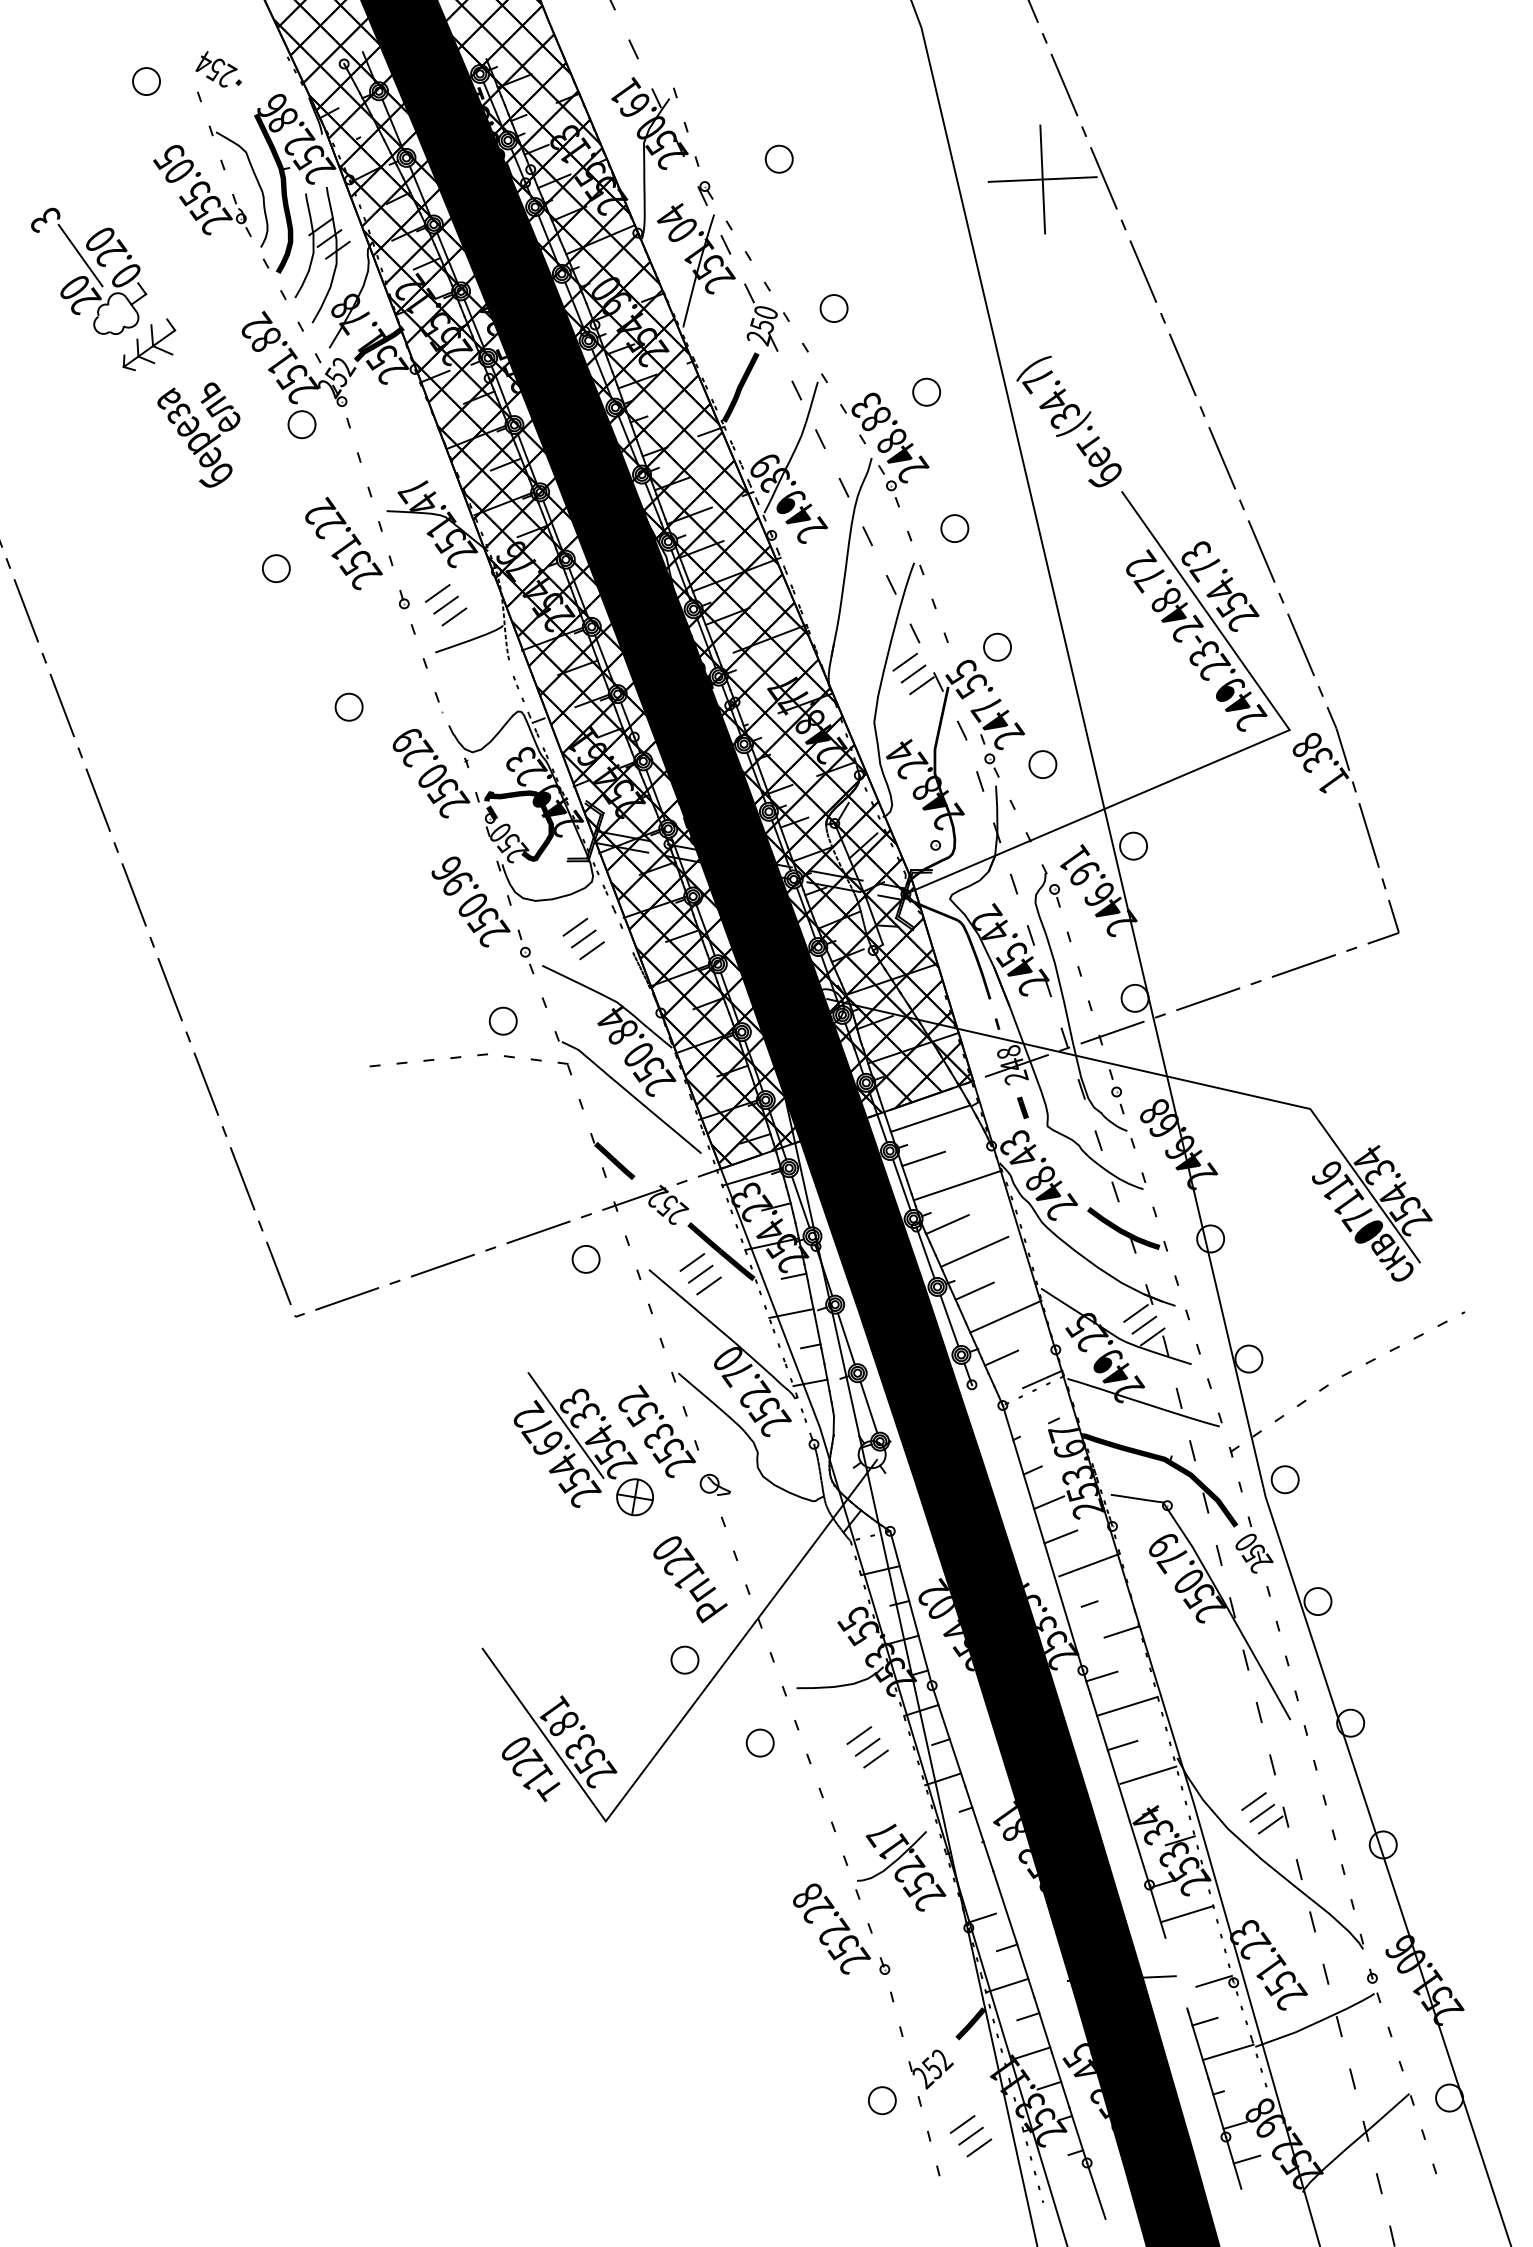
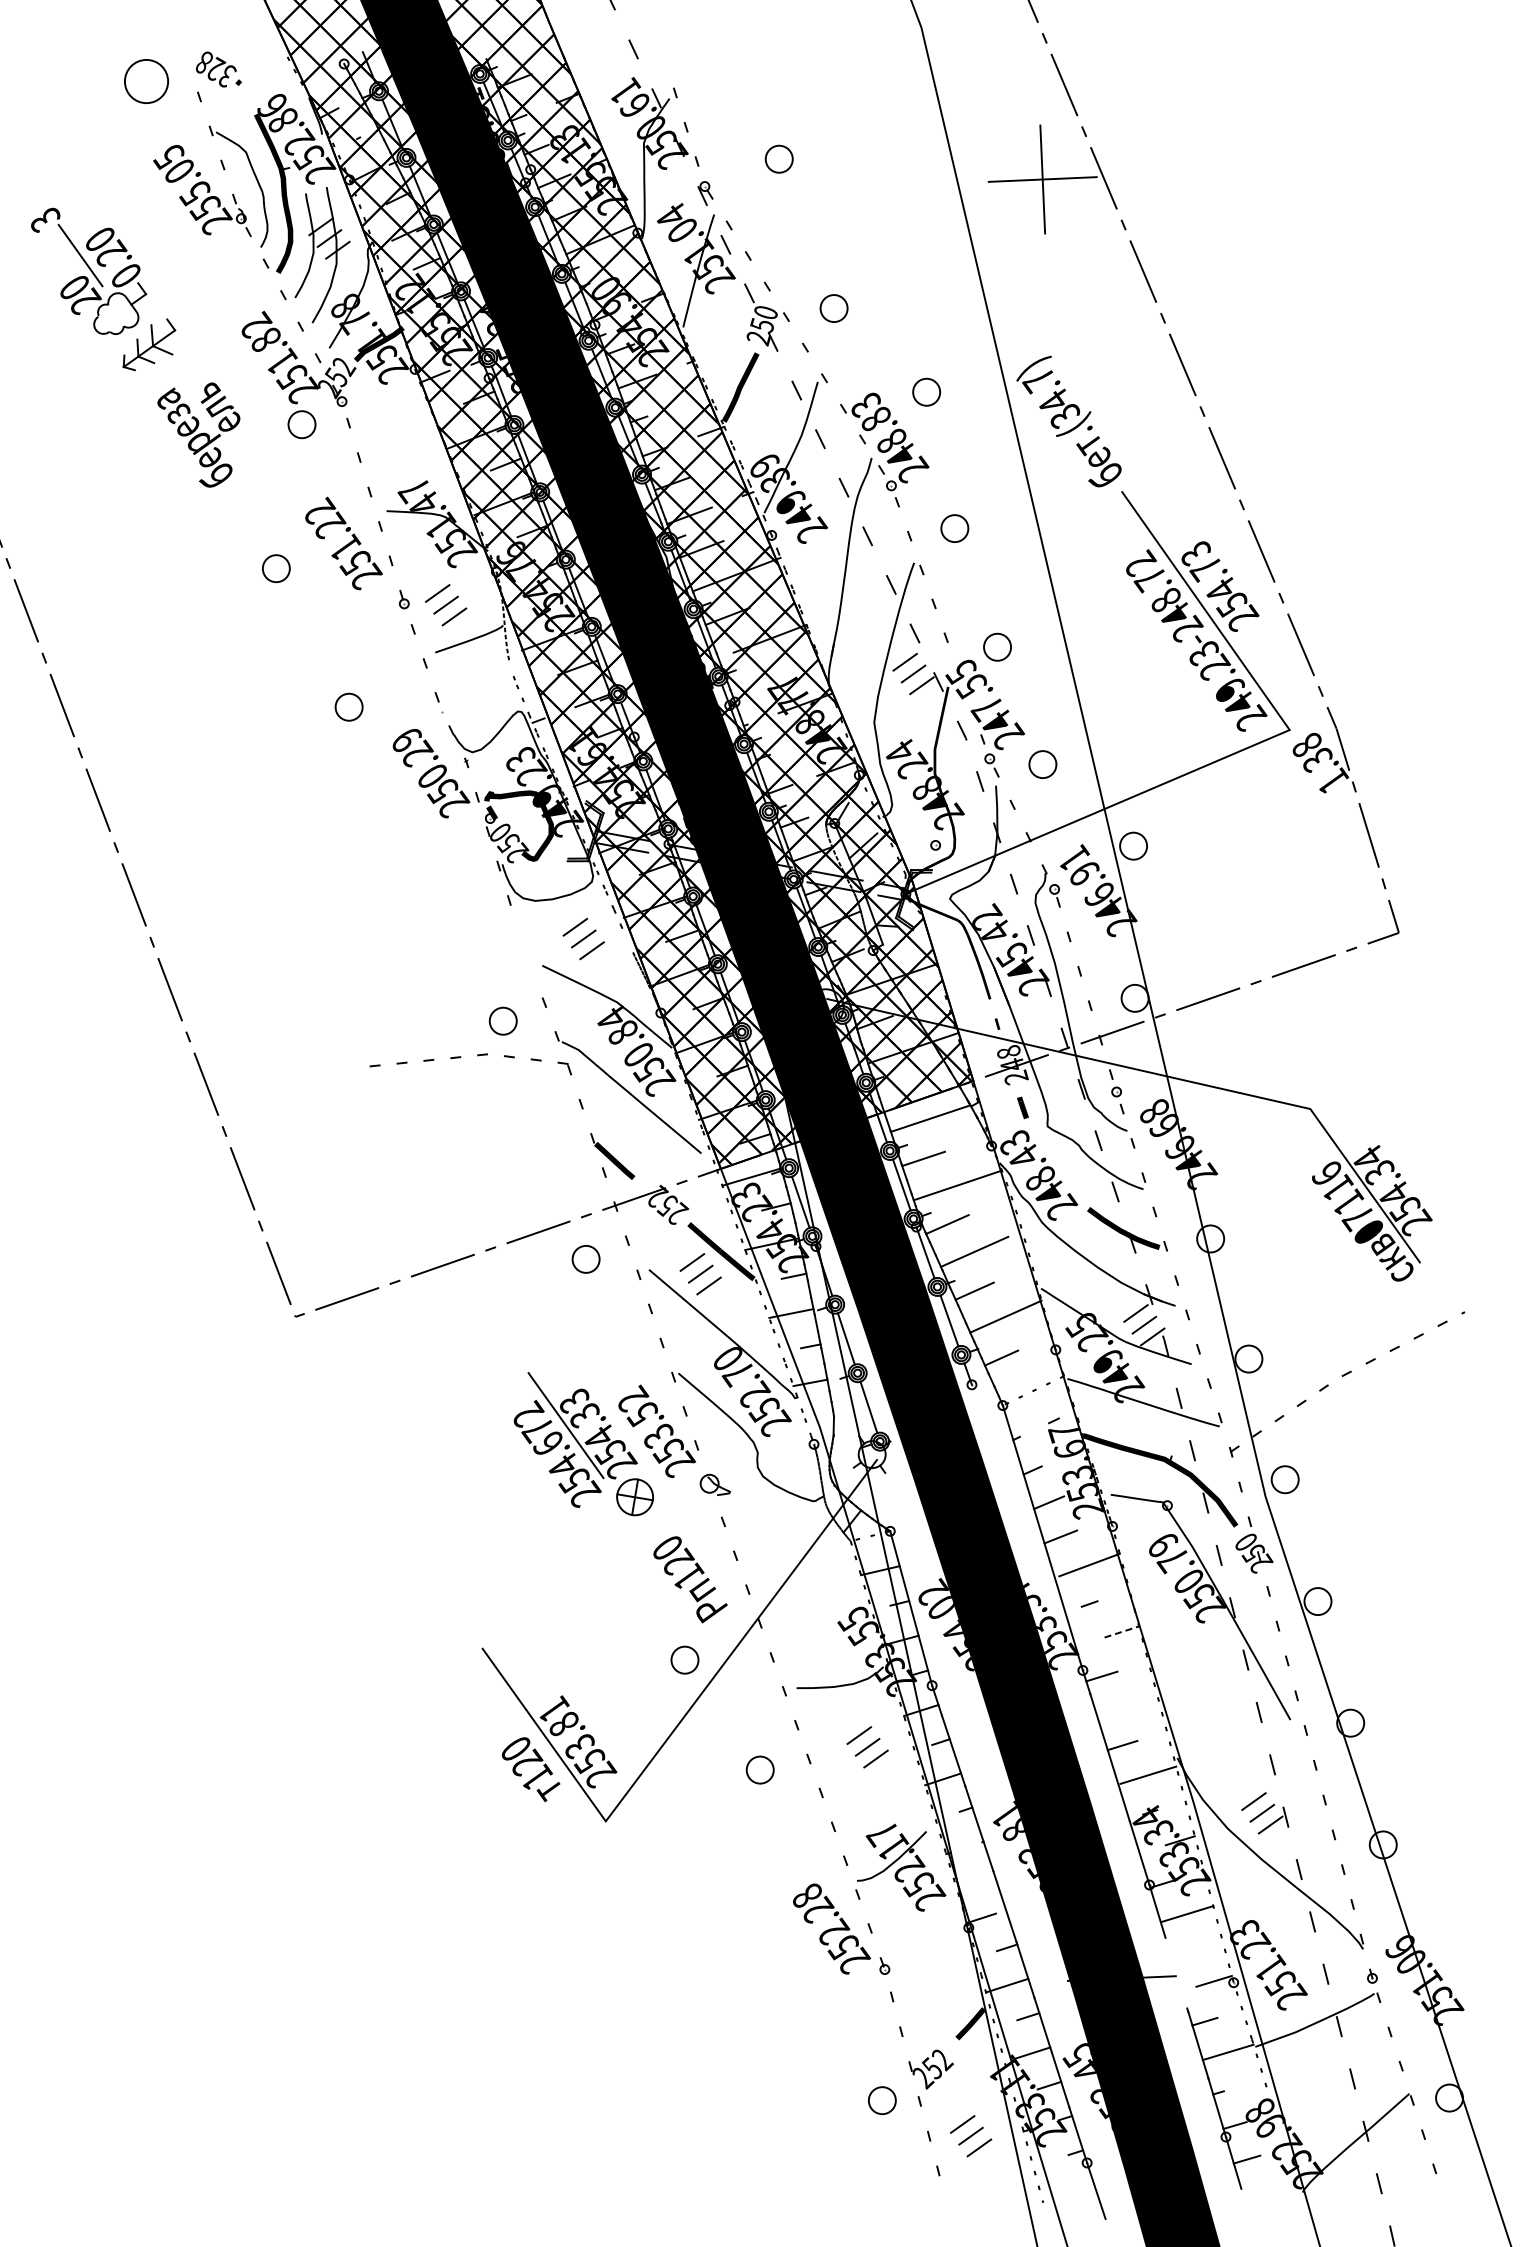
text at (216, 68): 254 -> 328
circle at (146, 81) diameter: 27 px -> 43 px
part at (482, 915): present -> none
line at (1042, 1379): present -> none
line at (1122, 1631): solid -> dashed
line at (1127, 1705): present -> none
circle at (759, 1742) position: (759, 1742) -> (759, 1769)
